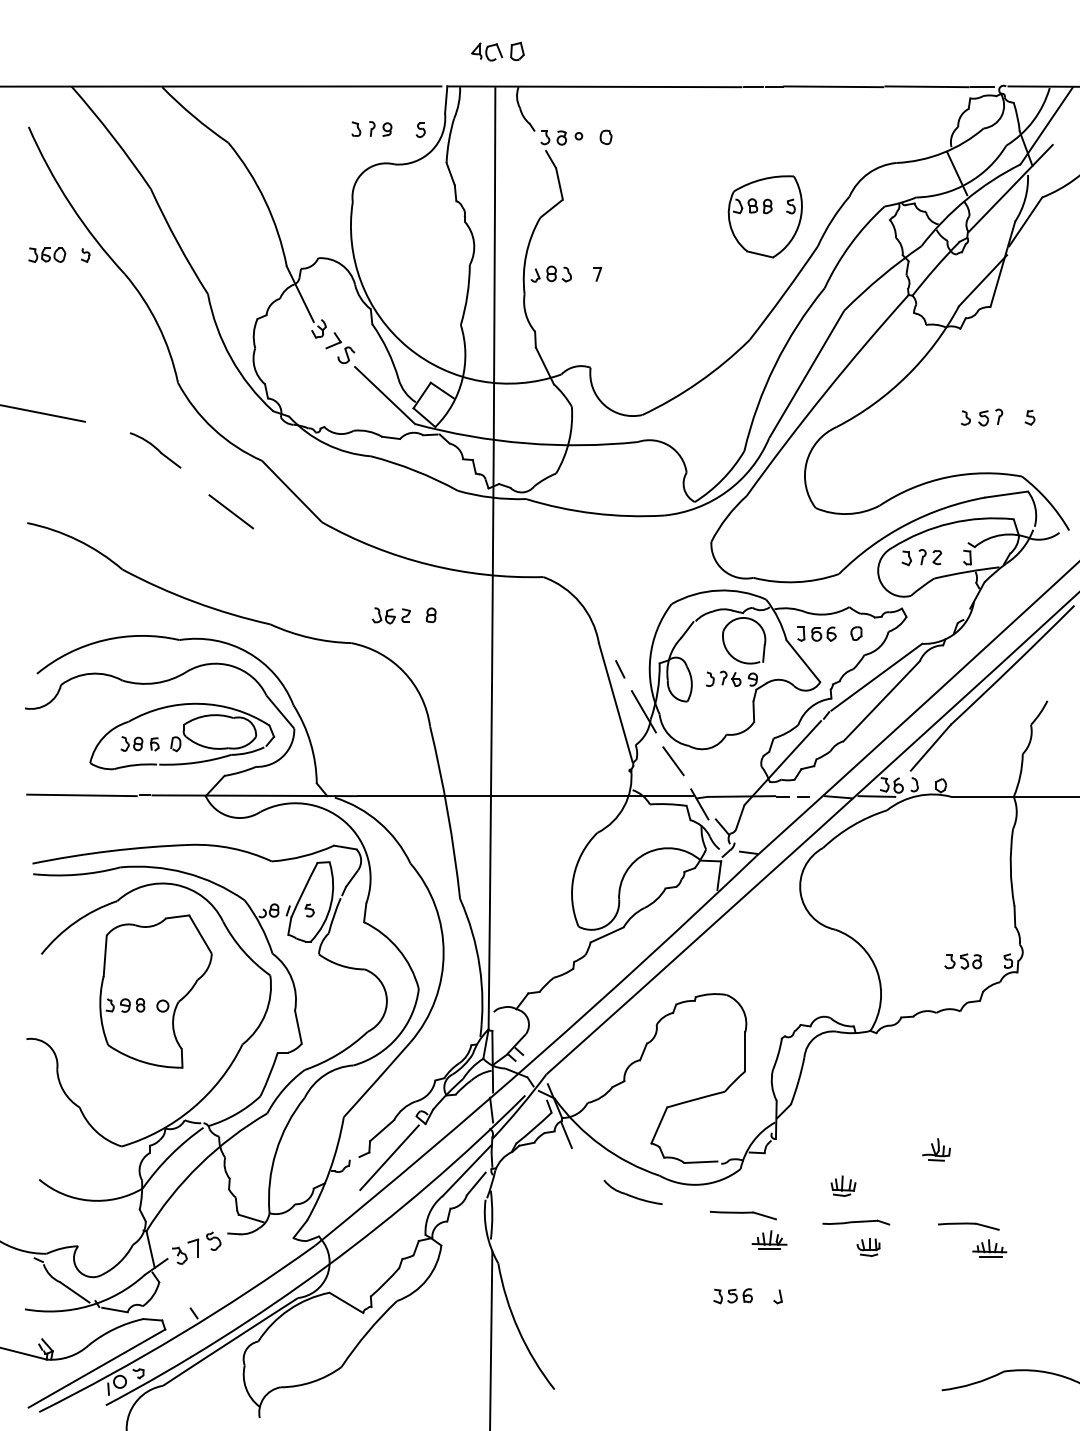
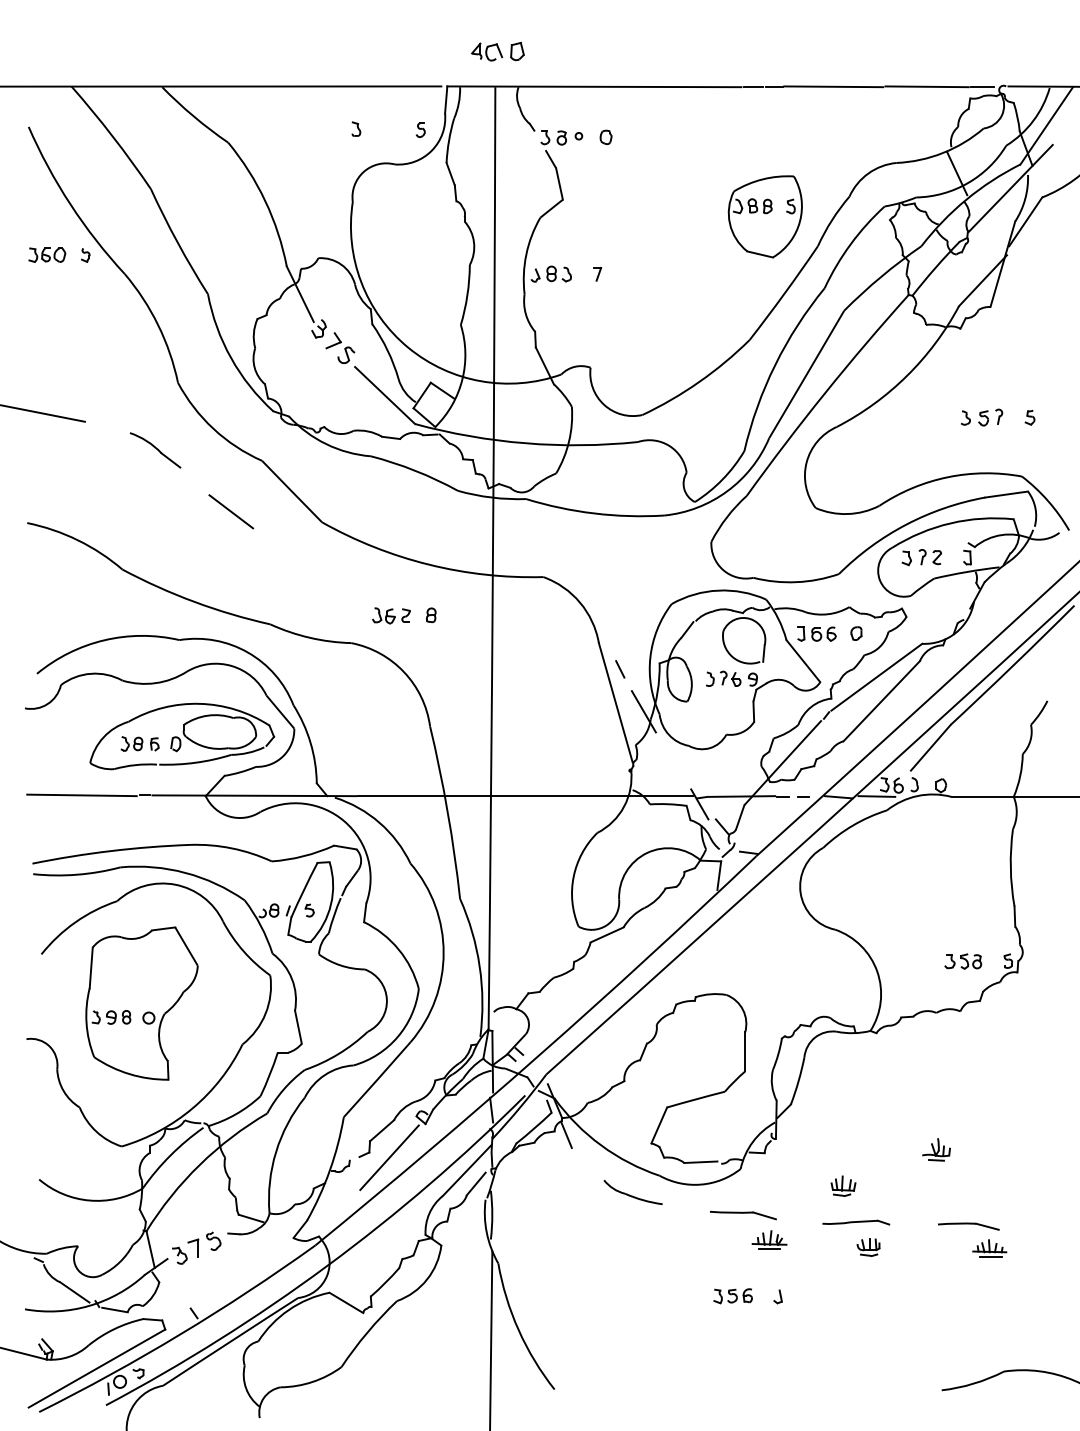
part at (380, 128): present -> none
line at (673, 761): present -> none
part at (155, 991) position: (155, 991) -> (141, 1003)
